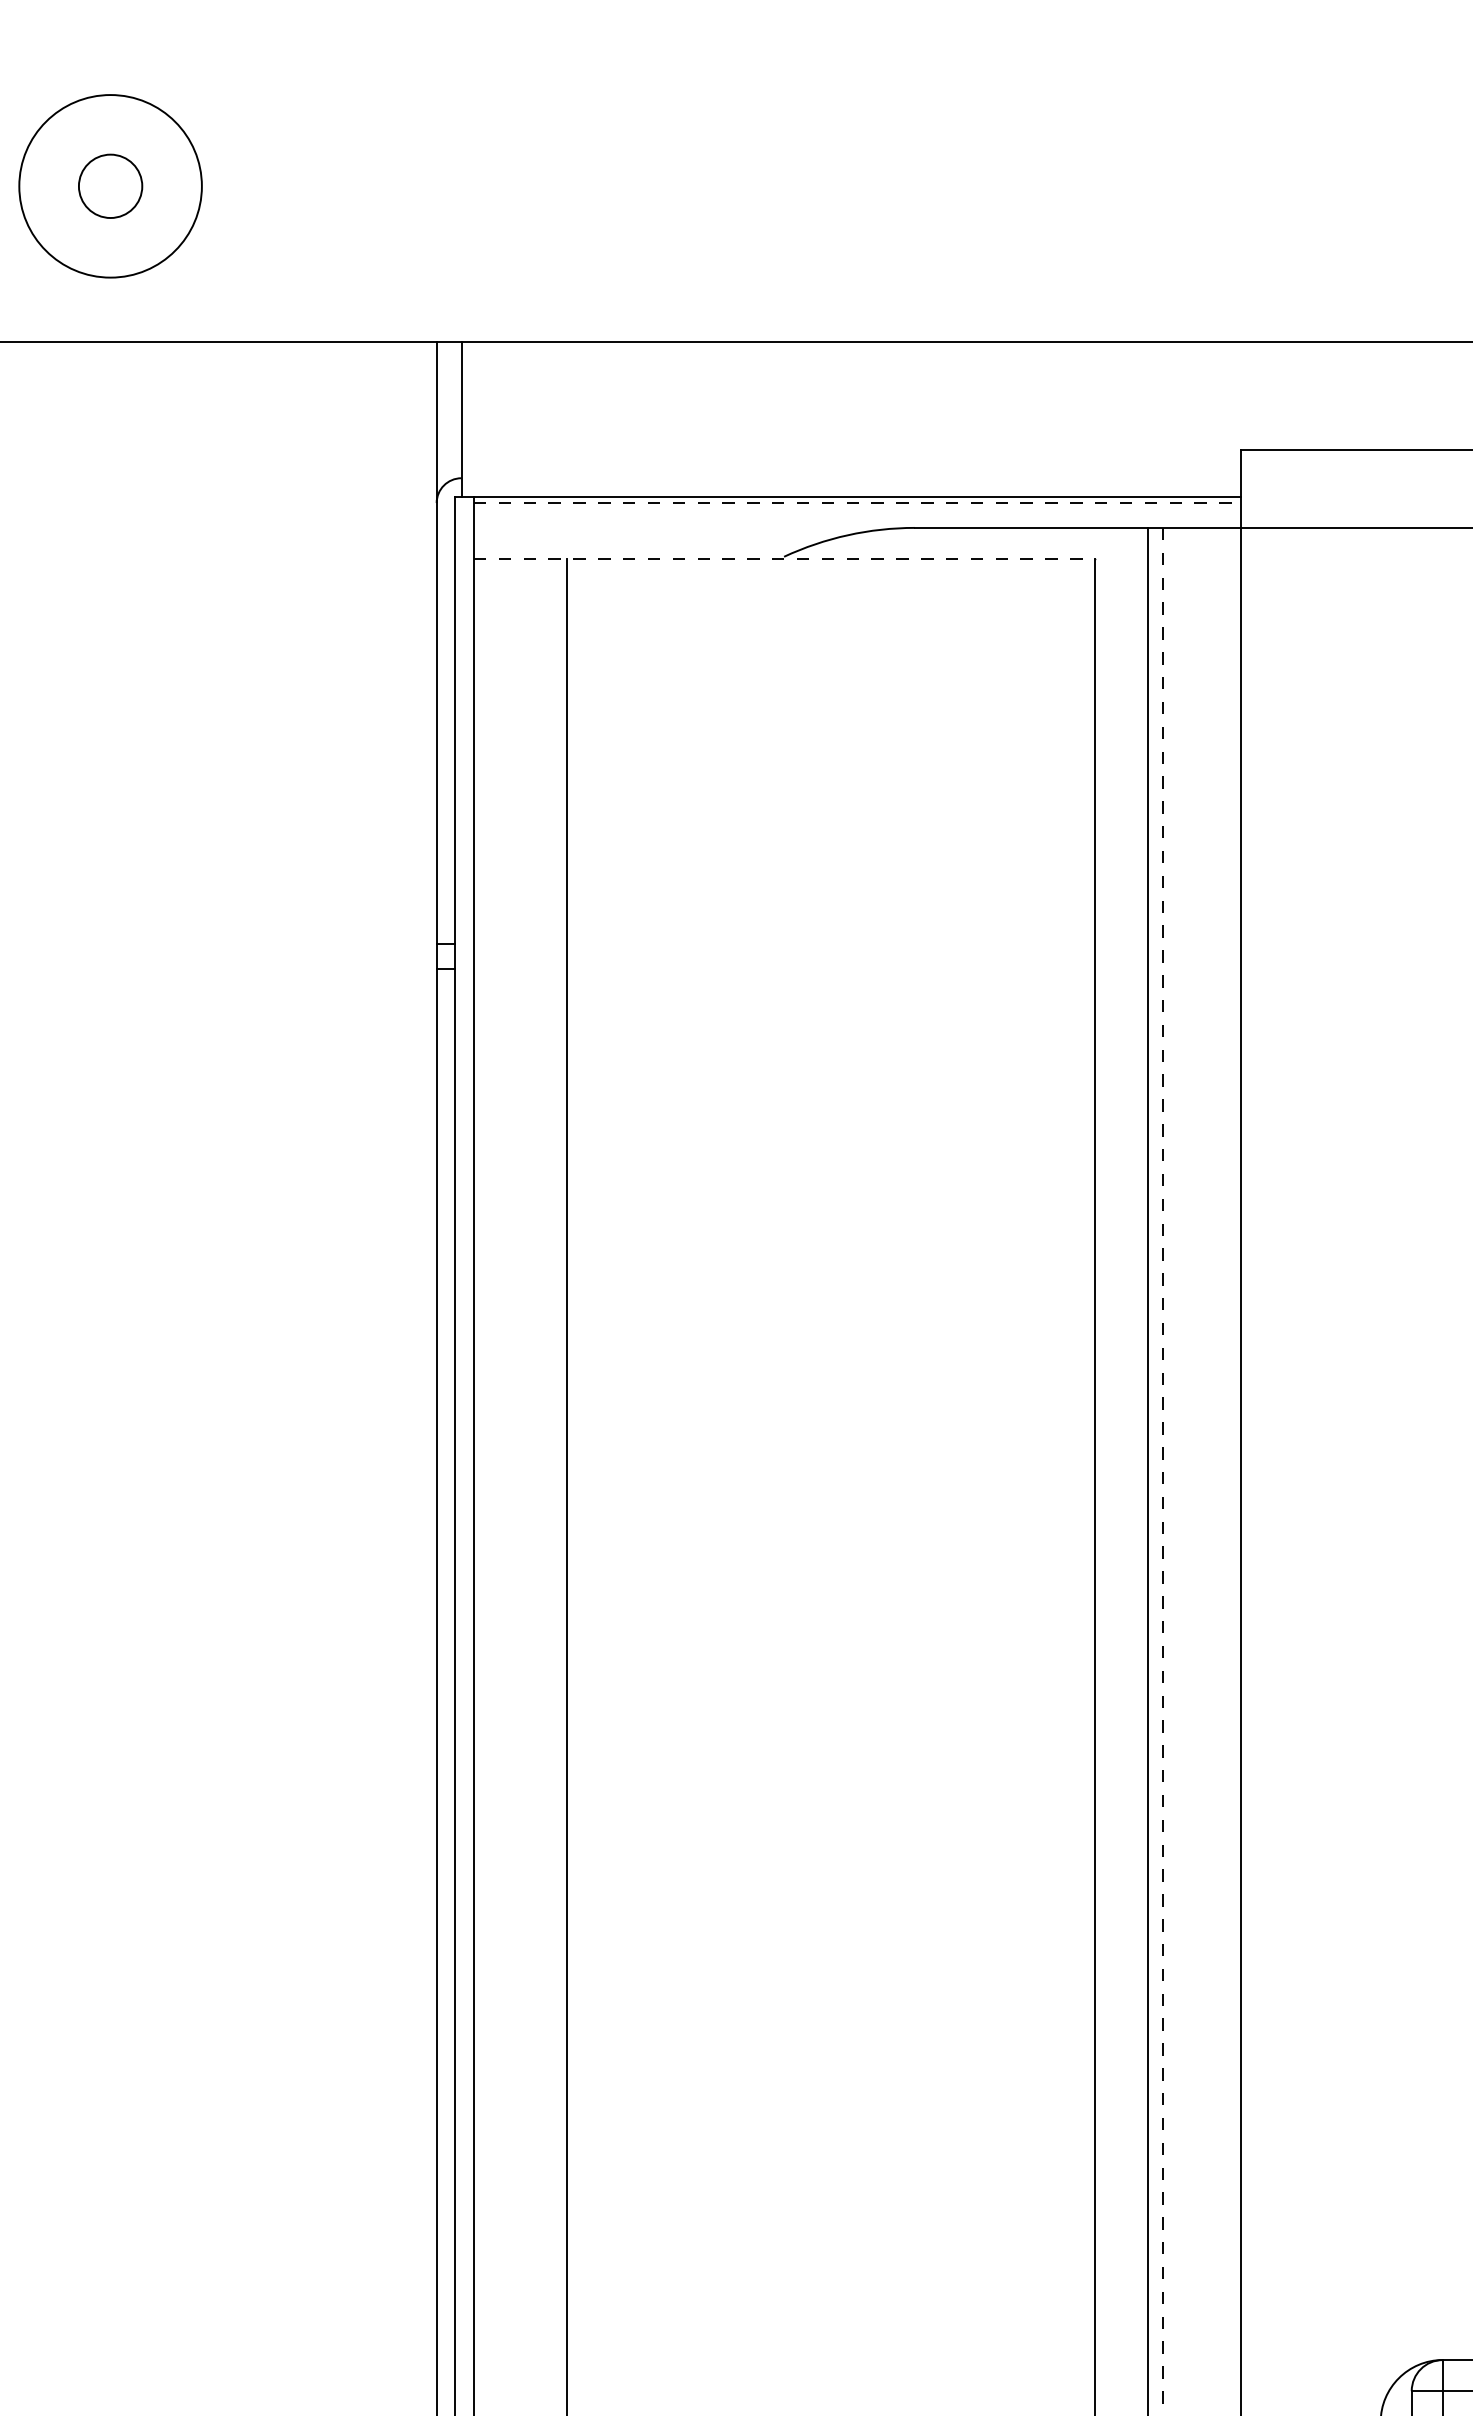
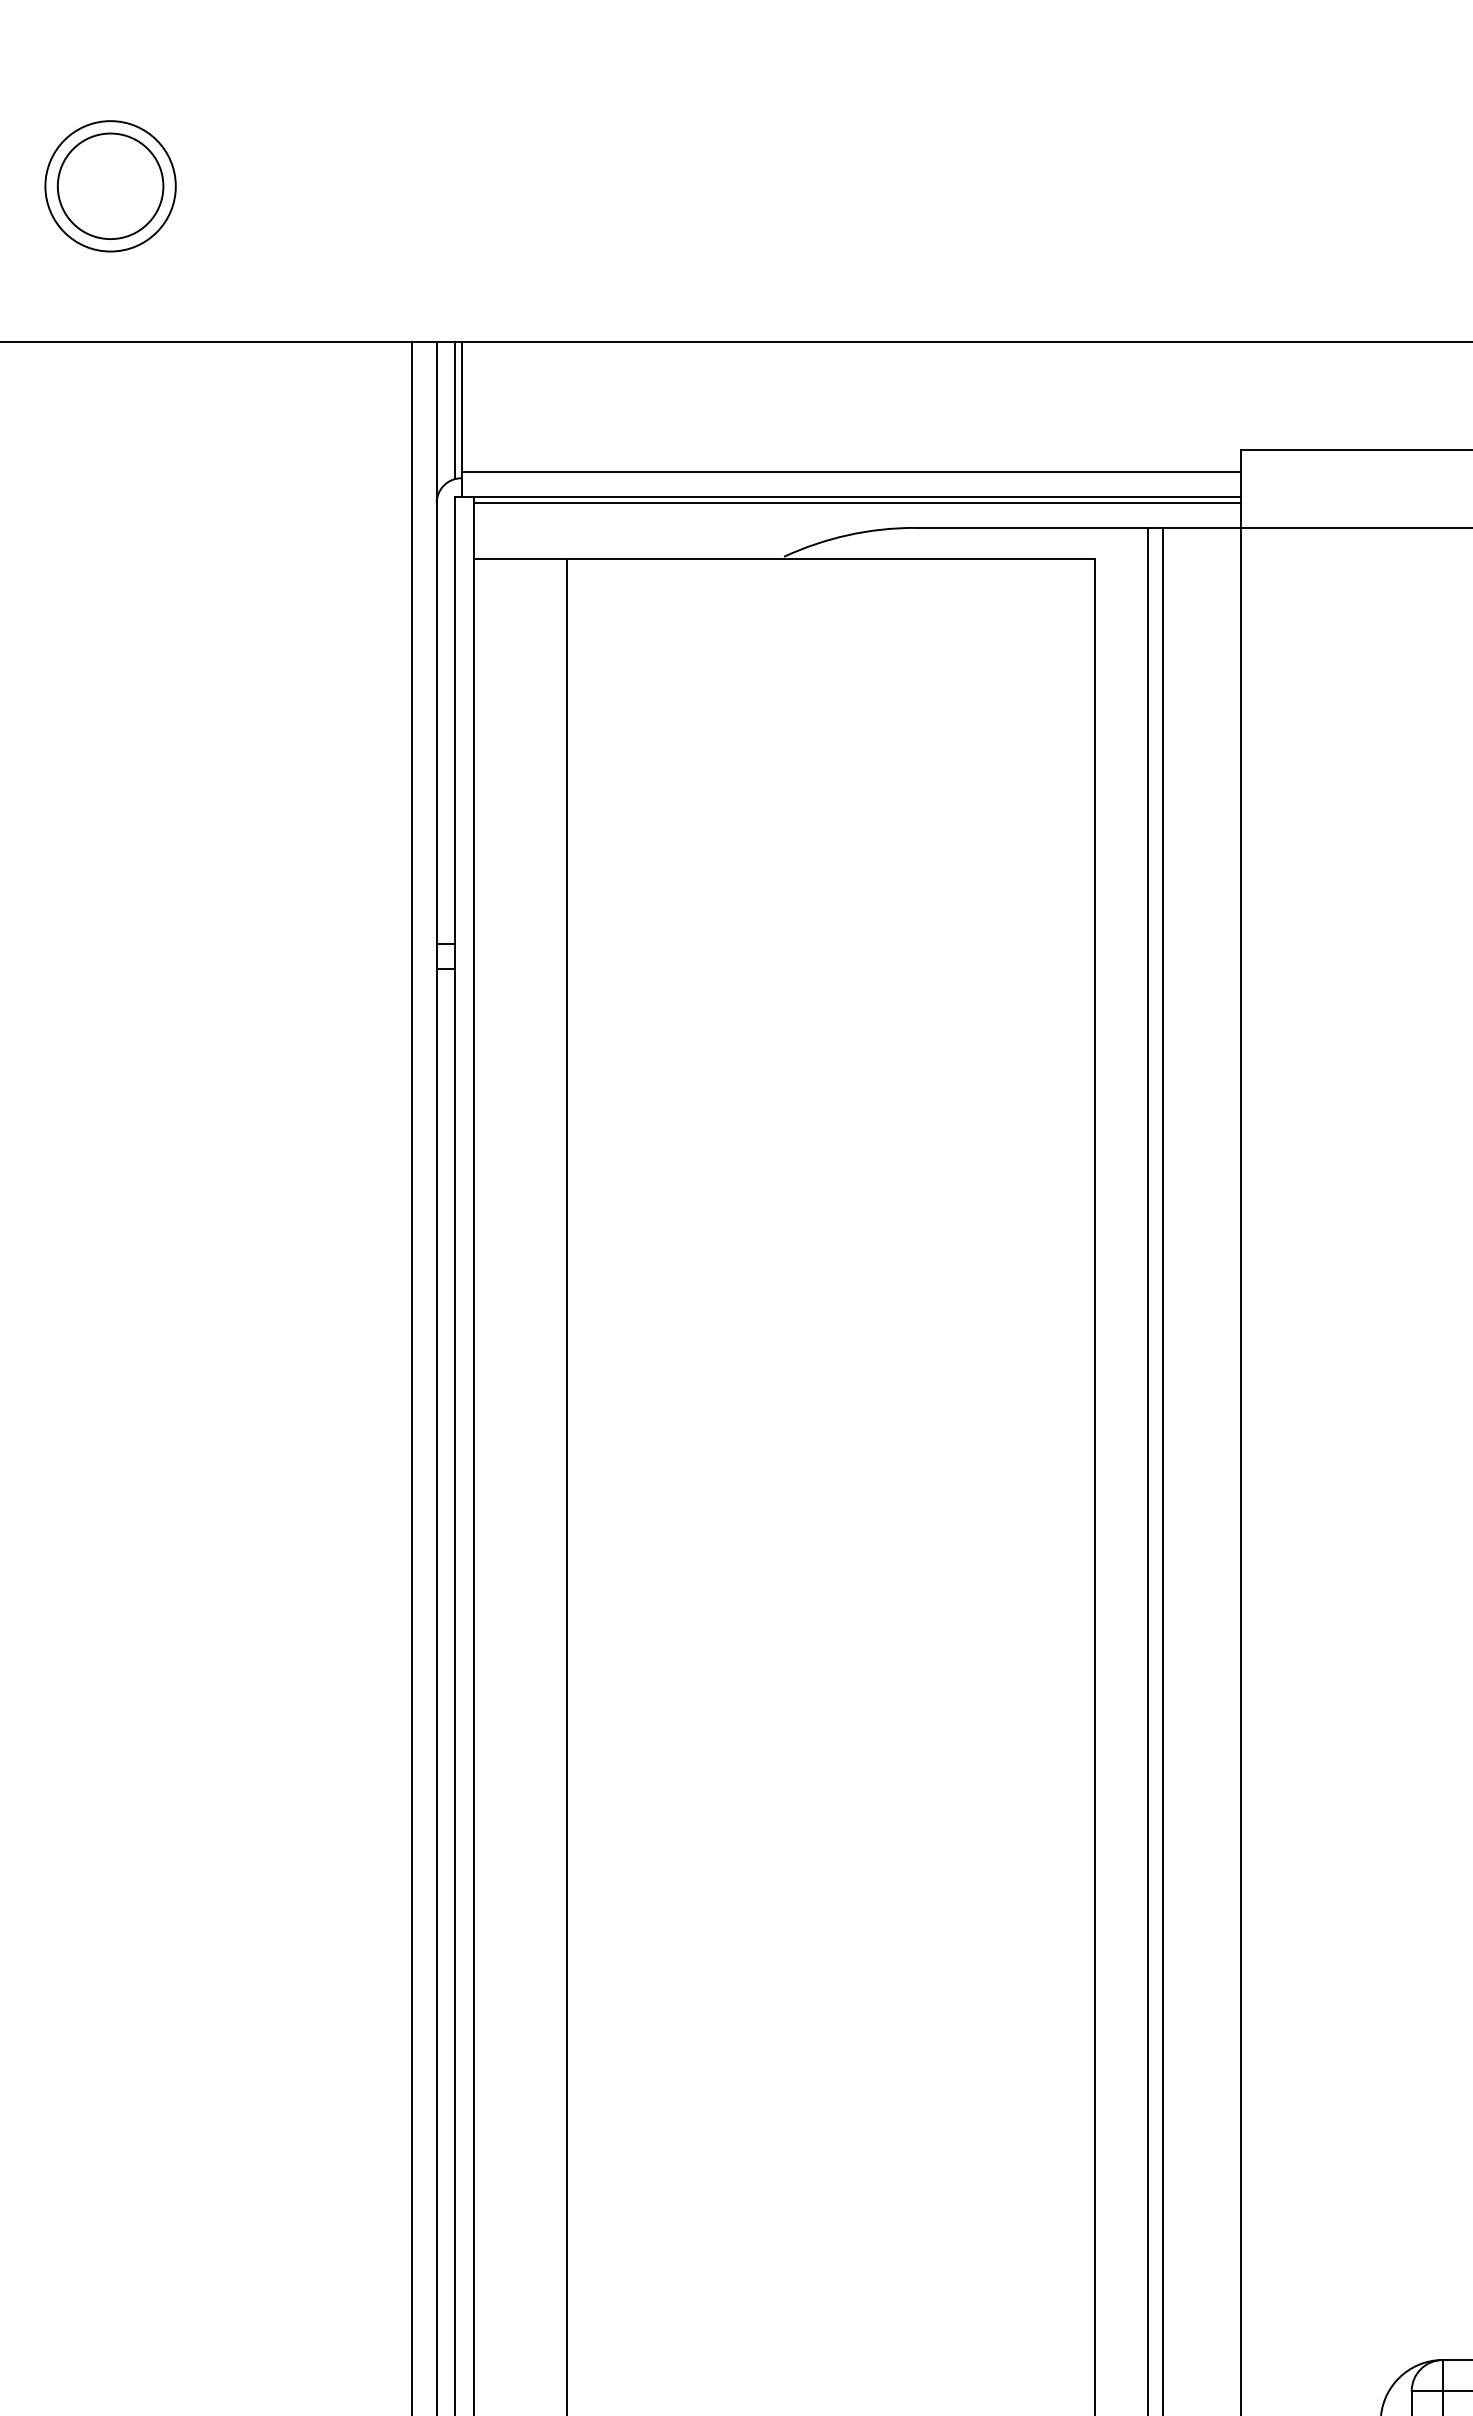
circle at (110, 186) diameter: 183 px -> 130 px
circle at (110, 186) diameter: 63 px -> 106 px
line at (455, 409): none -> present
line at (850, 472): none -> present
line at (857, 503): dashed -> solid
line at (784, 558): dashed -> solid
line at (411, 1376): none -> present
line at (1163, 1471): dashed -> solid
